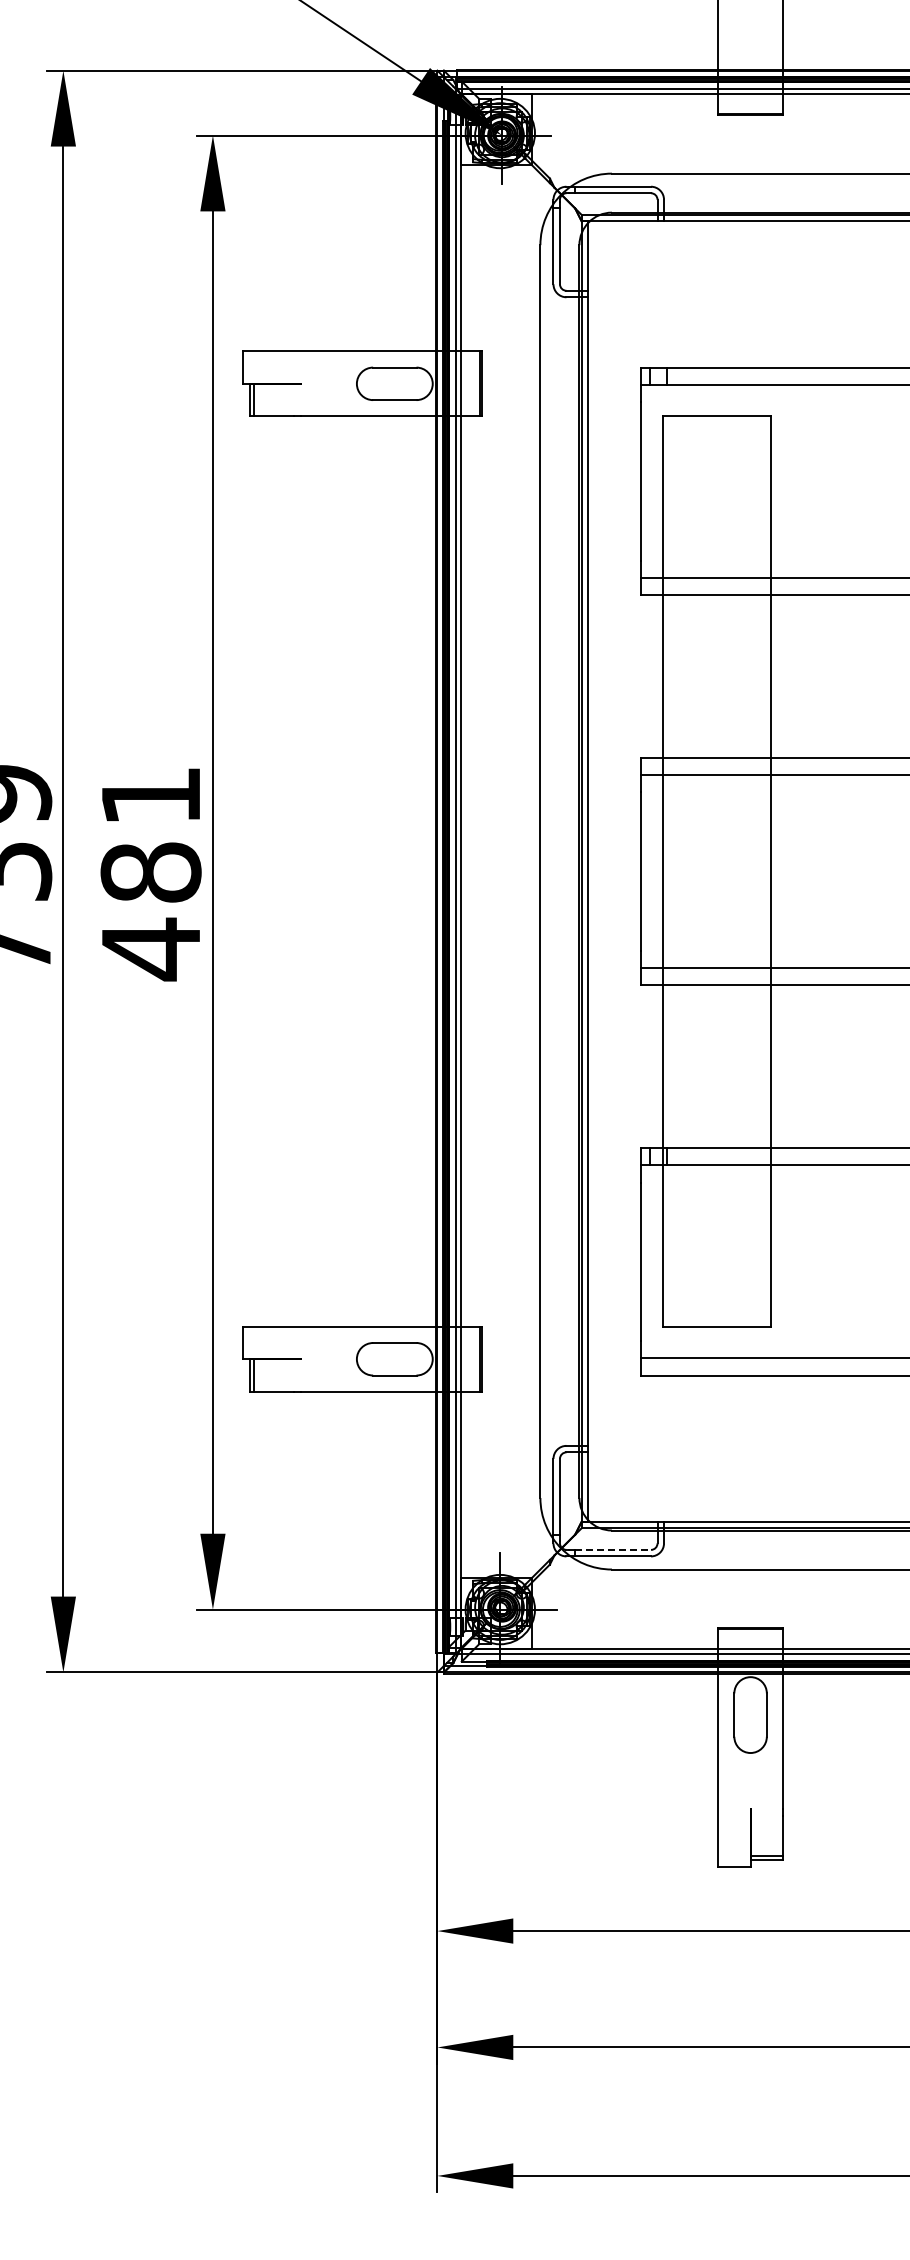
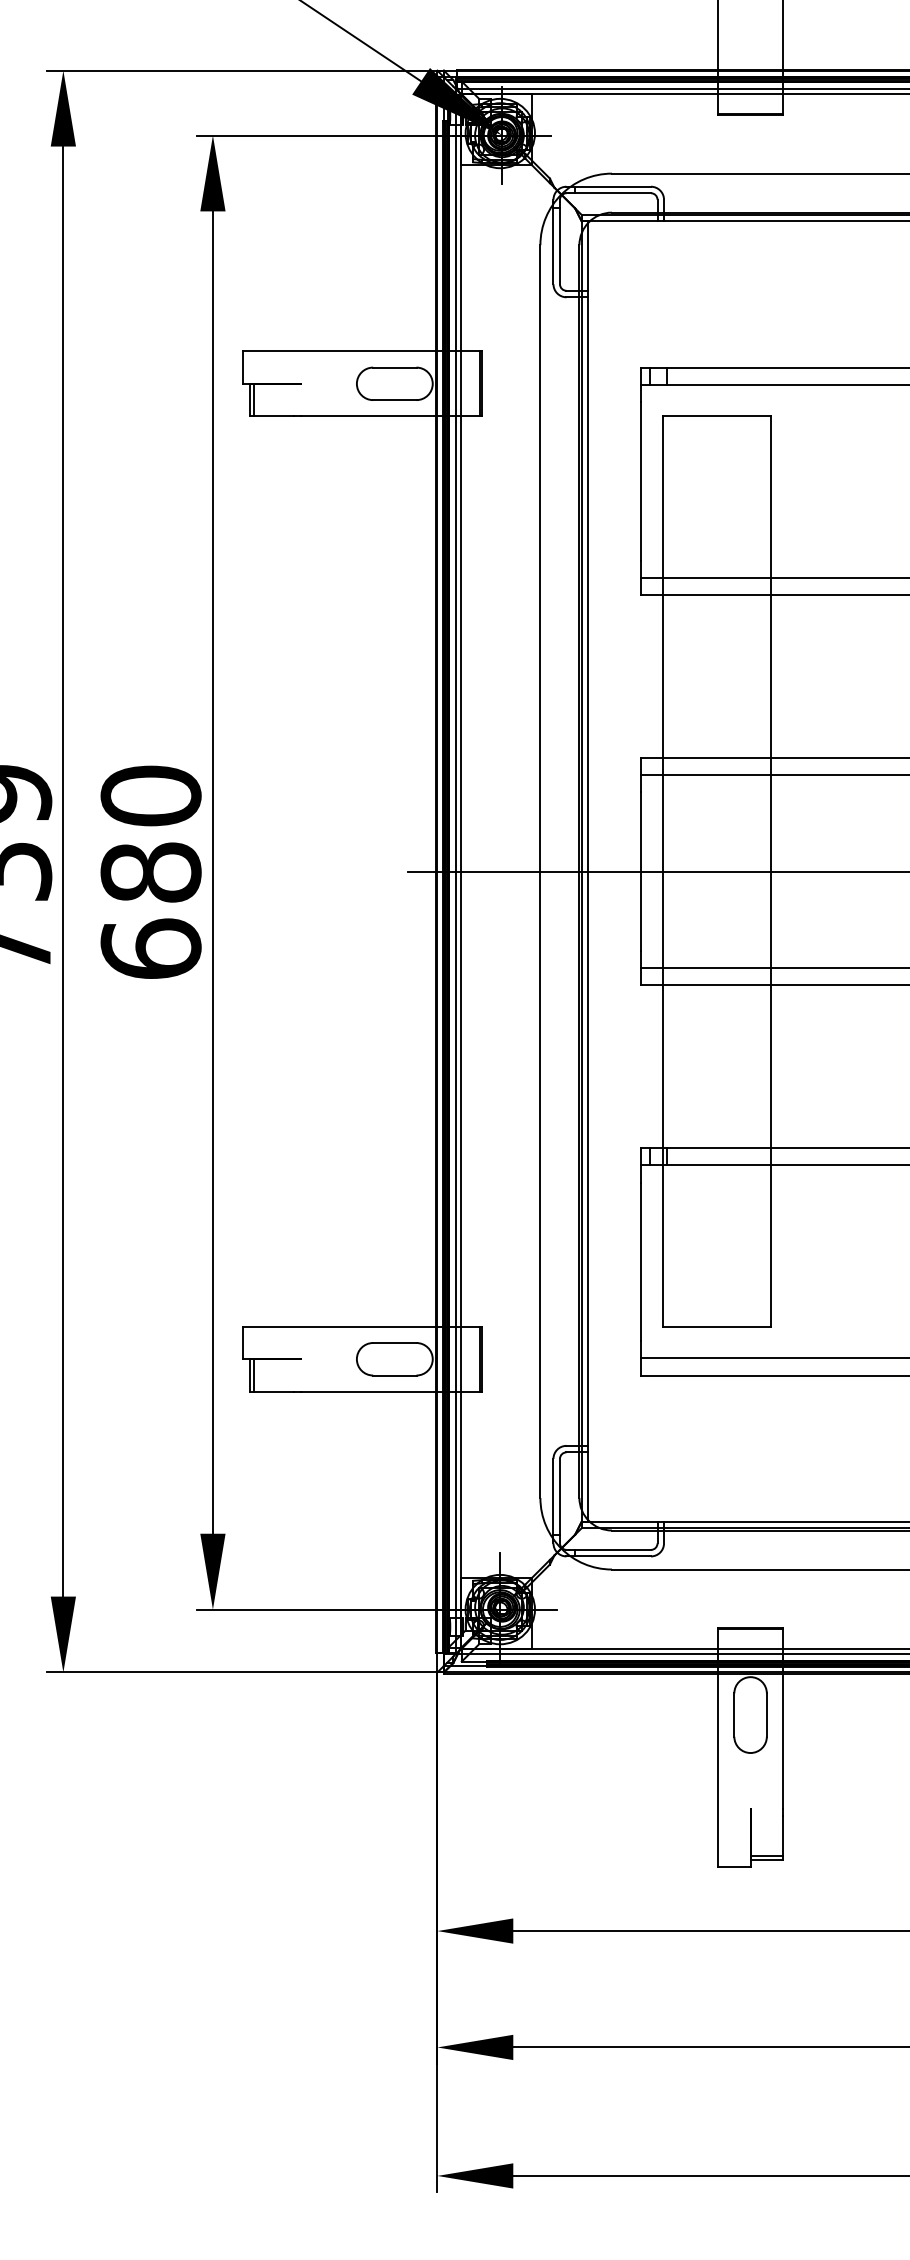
line at (656, 871): none -> present
text at (150, 873): 481 -> 680
line at (613, 1549): dashed -> solid
